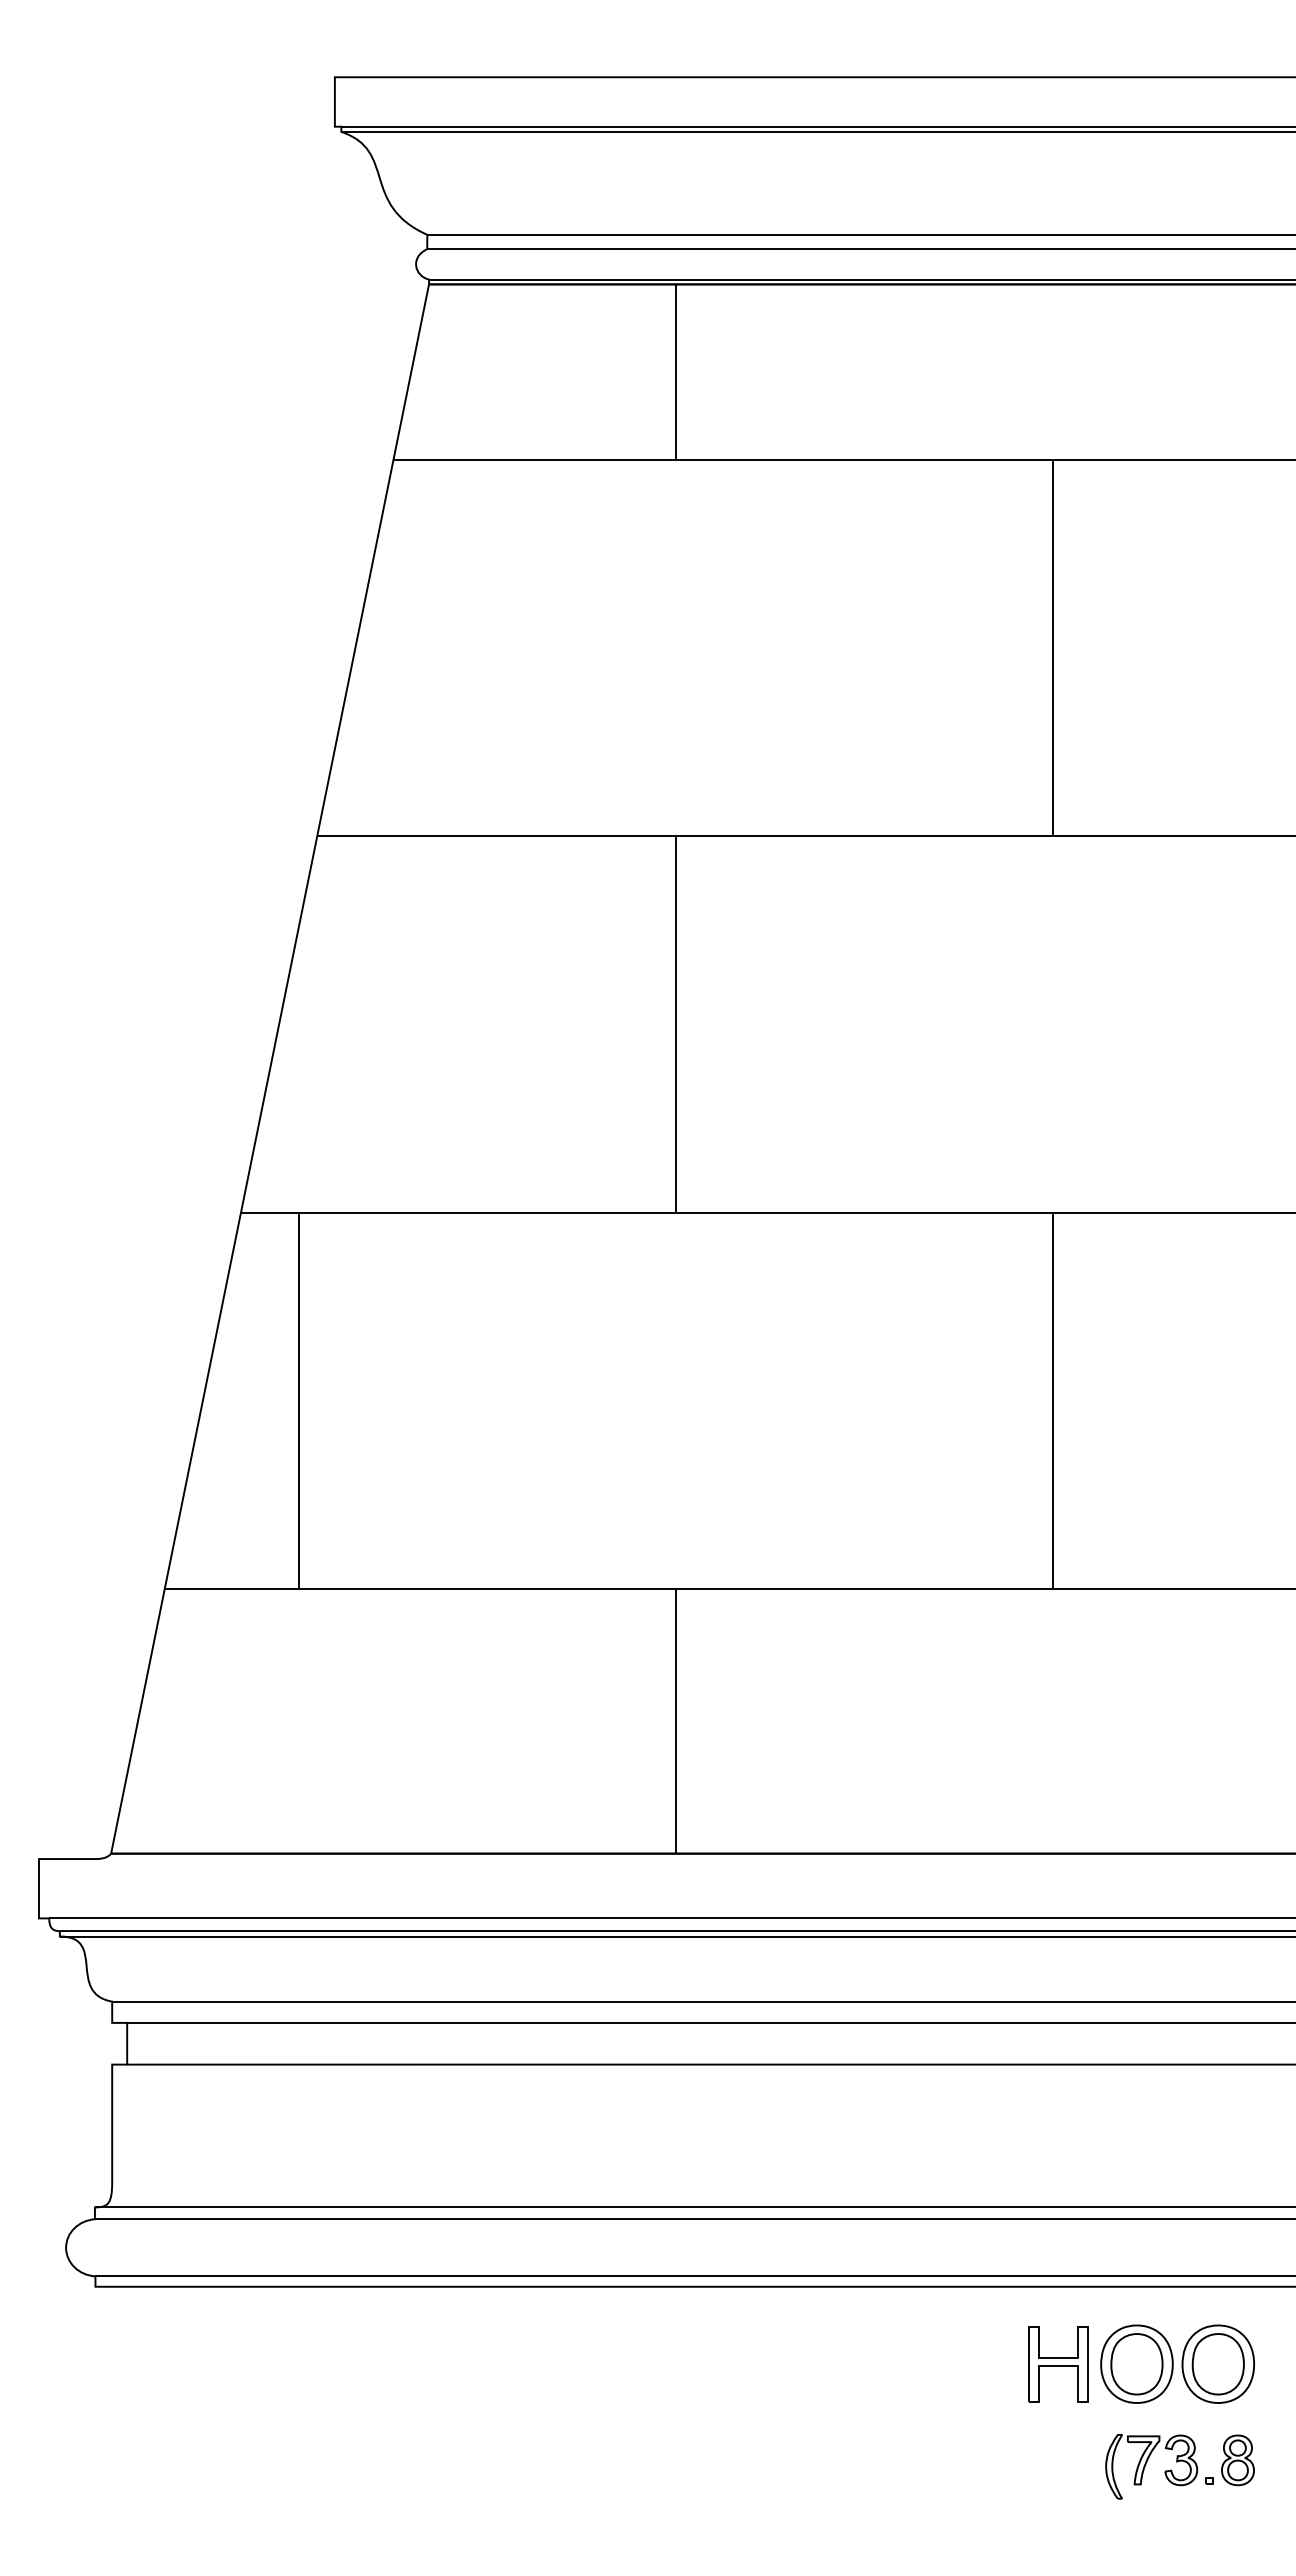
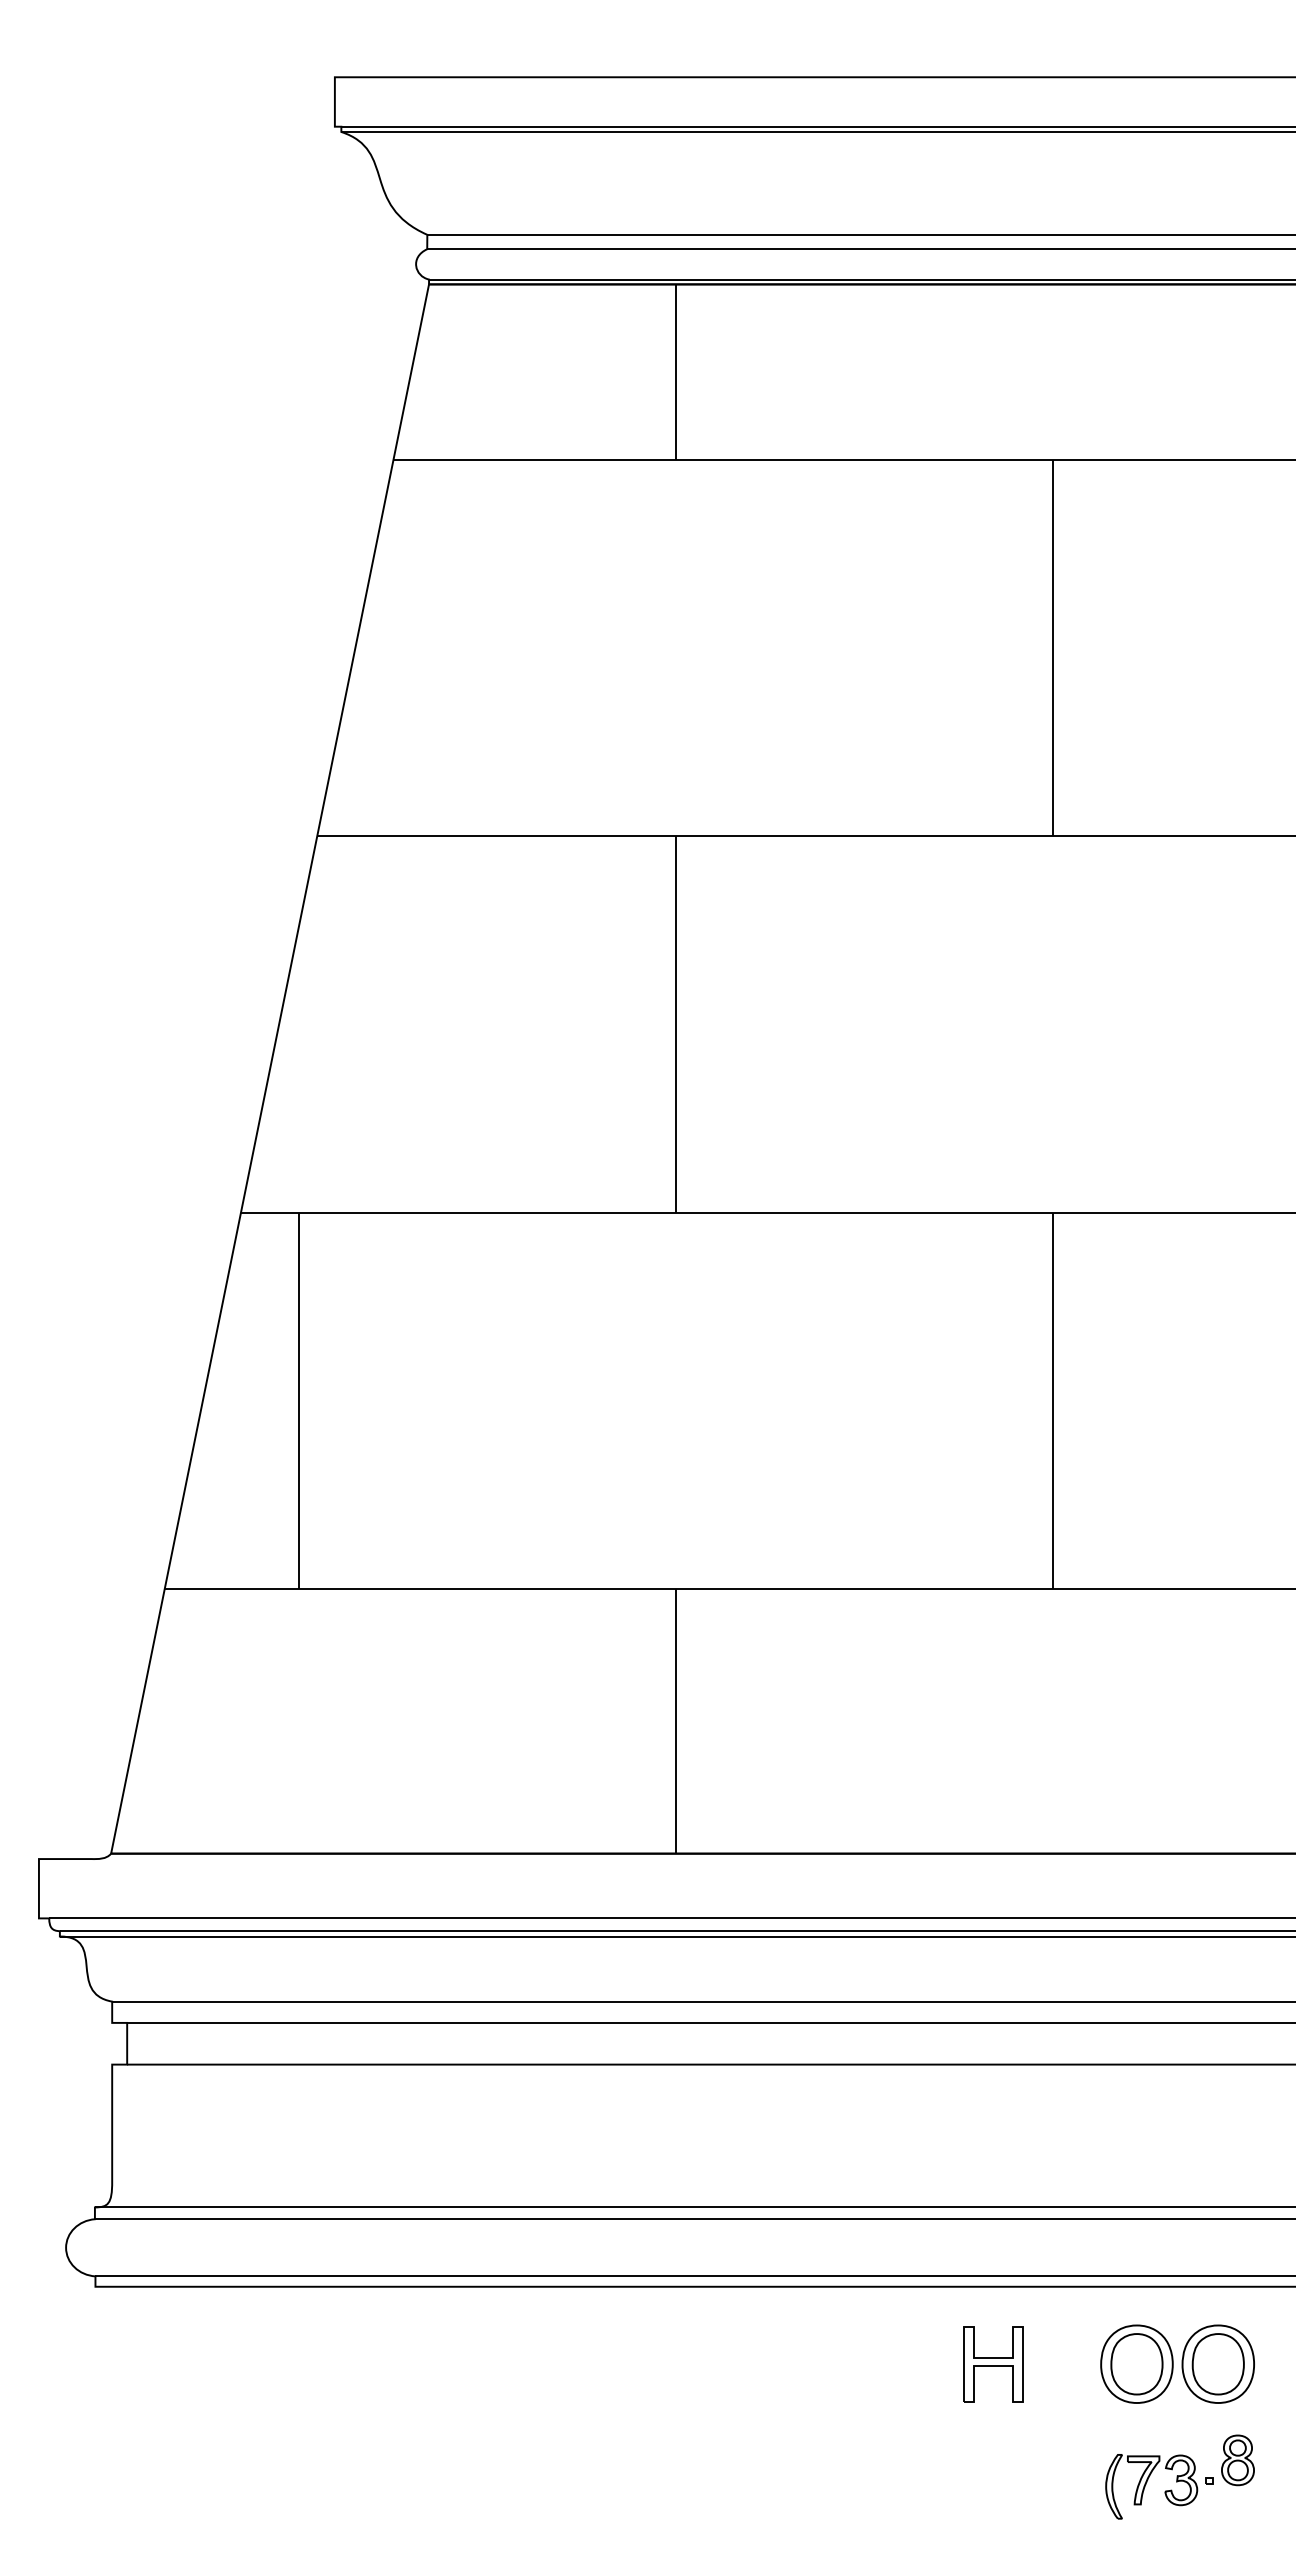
part at (1058, 2364) position: (1058, 2364) -> (993, 2364)
part at (1151, 2466) position: (1151, 2466) -> (1151, 2486)
